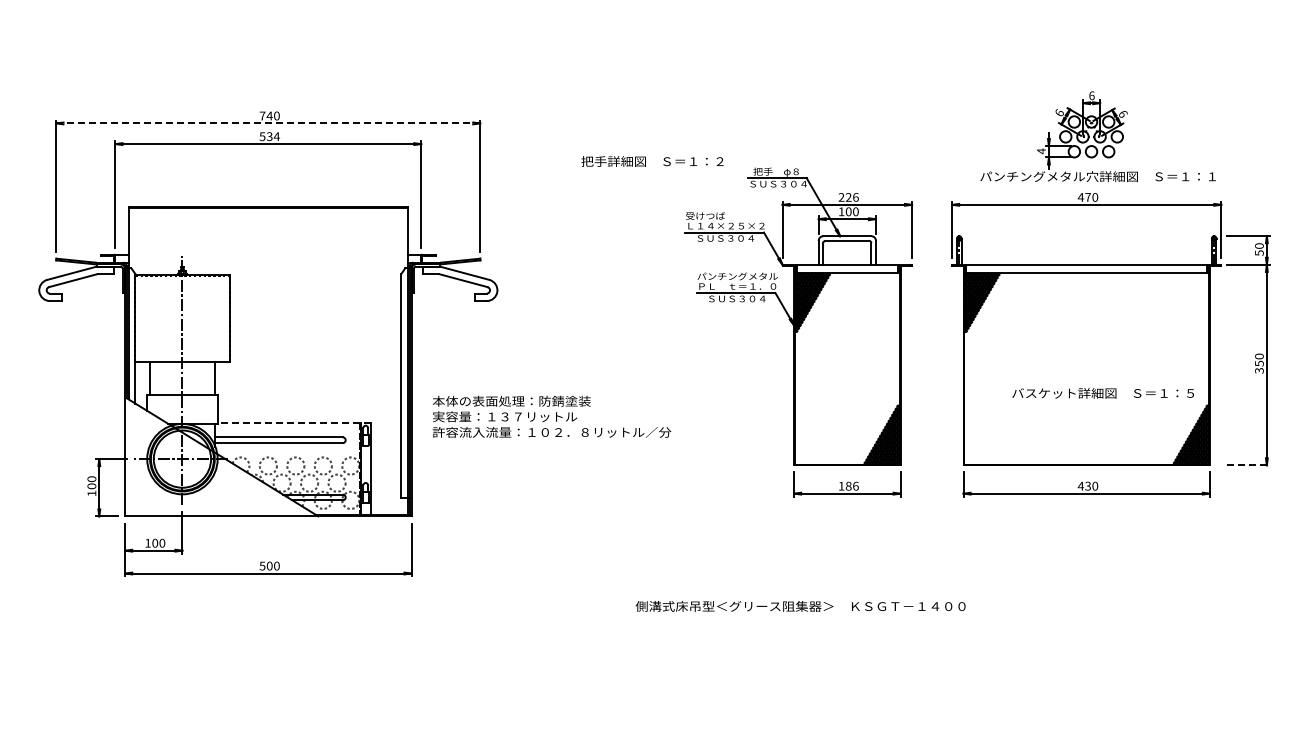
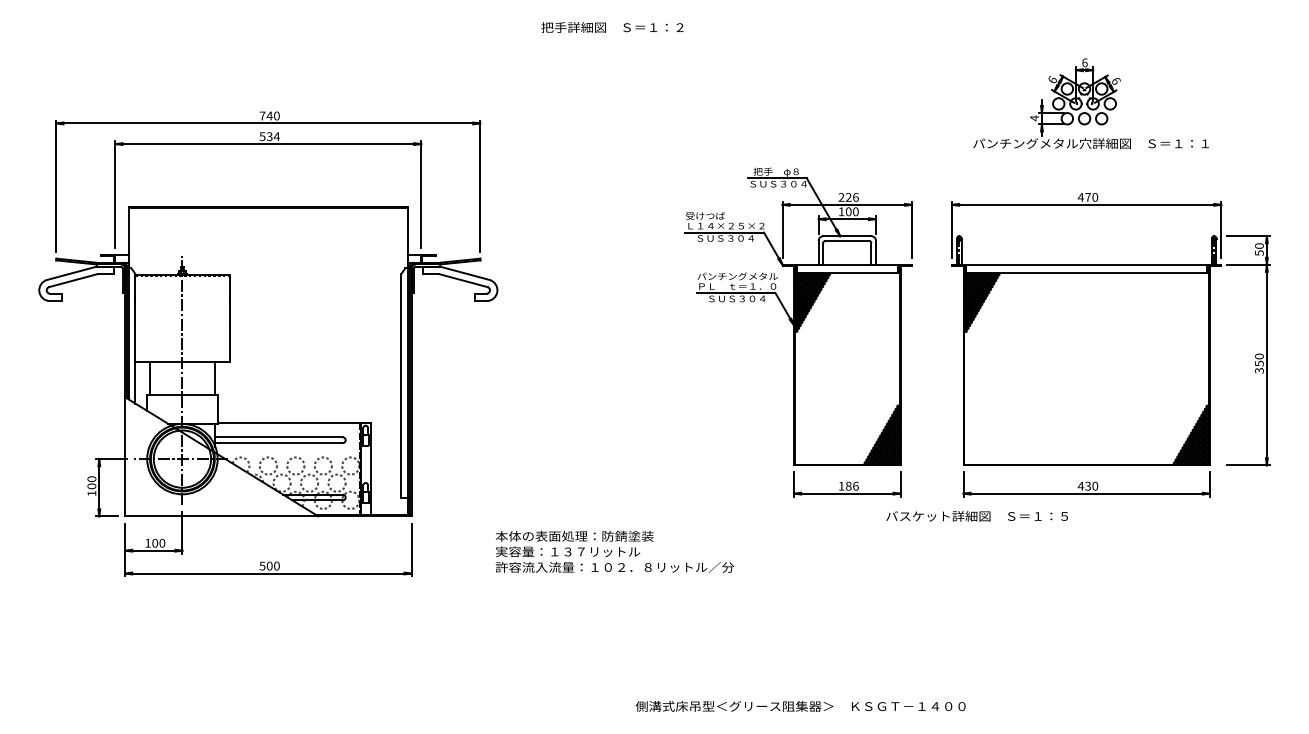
line at (268, 123): dashed -> solid
part at (1097, 136) position: (1097, 136) -> (1090, 103)
text at (652, 161) position: (652, 161) -> (612, 27)
text at (1102, 393) position: (1102, 393) -> (976, 516)
text at (551, 416) position: (551, 416) -> (614, 551)
line at (293, 423): dashed -> solid
line at (1248, 465): dashed -> solid
text at (800, 606) position: (800, 606) -> (800, 706)
